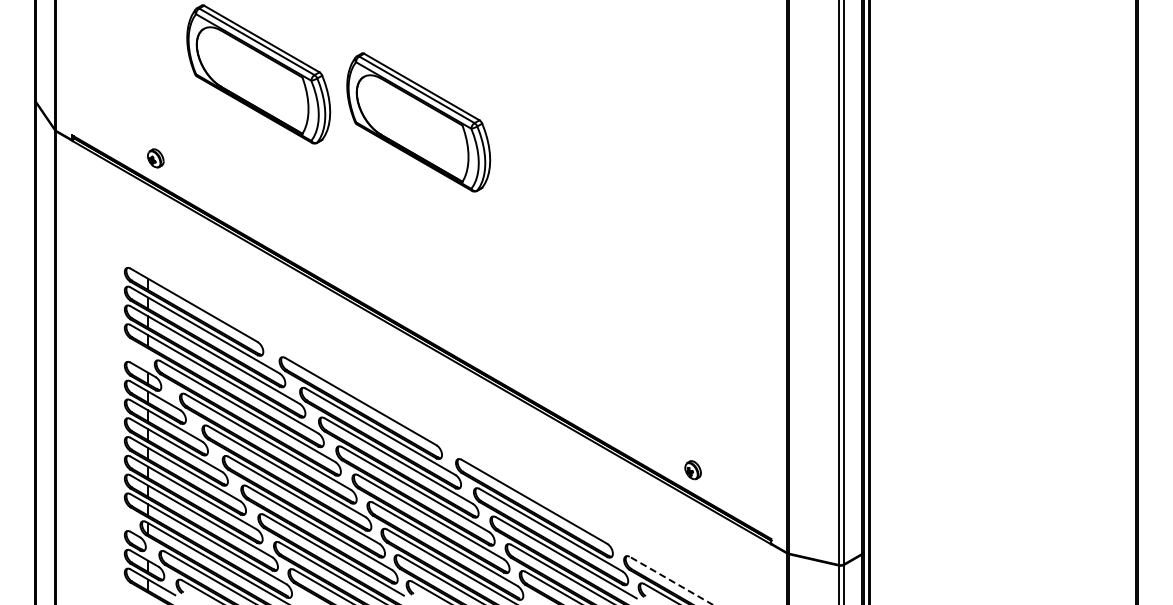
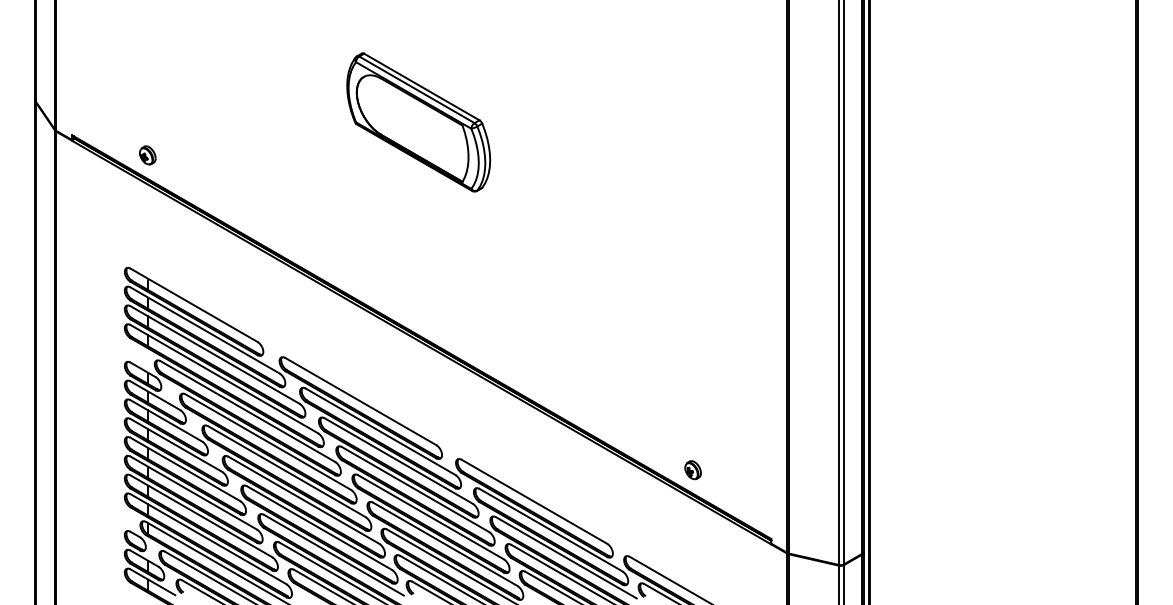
part at (258, 74): present -> none
part at (155, 158) position: (155, 158) -> (147, 155)
line at (671, 580): dashed -> solid
